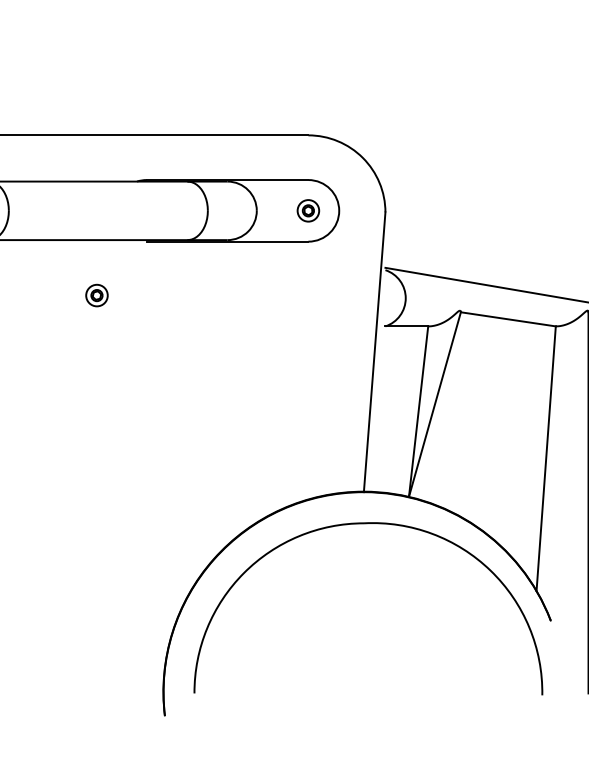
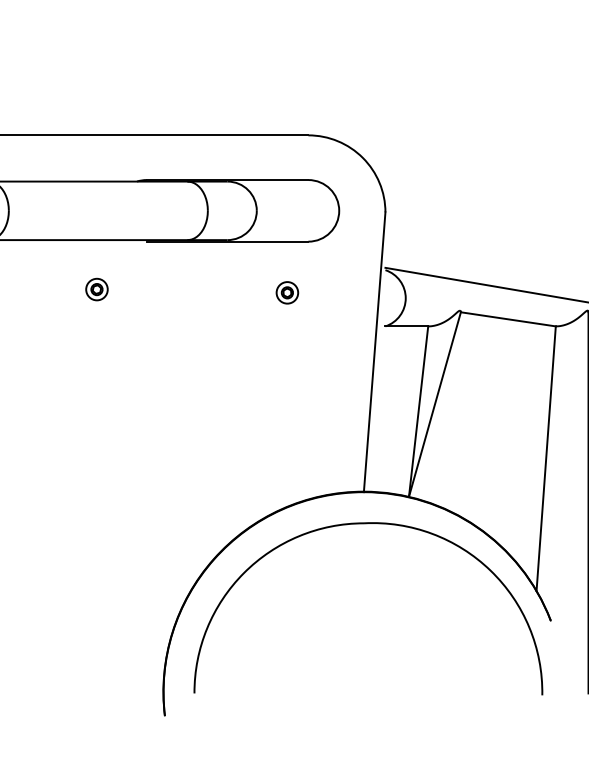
part at (308, 210) position: (308, 210) -> (287, 292)
part at (96, 295) position: (96, 295) -> (96, 289)
